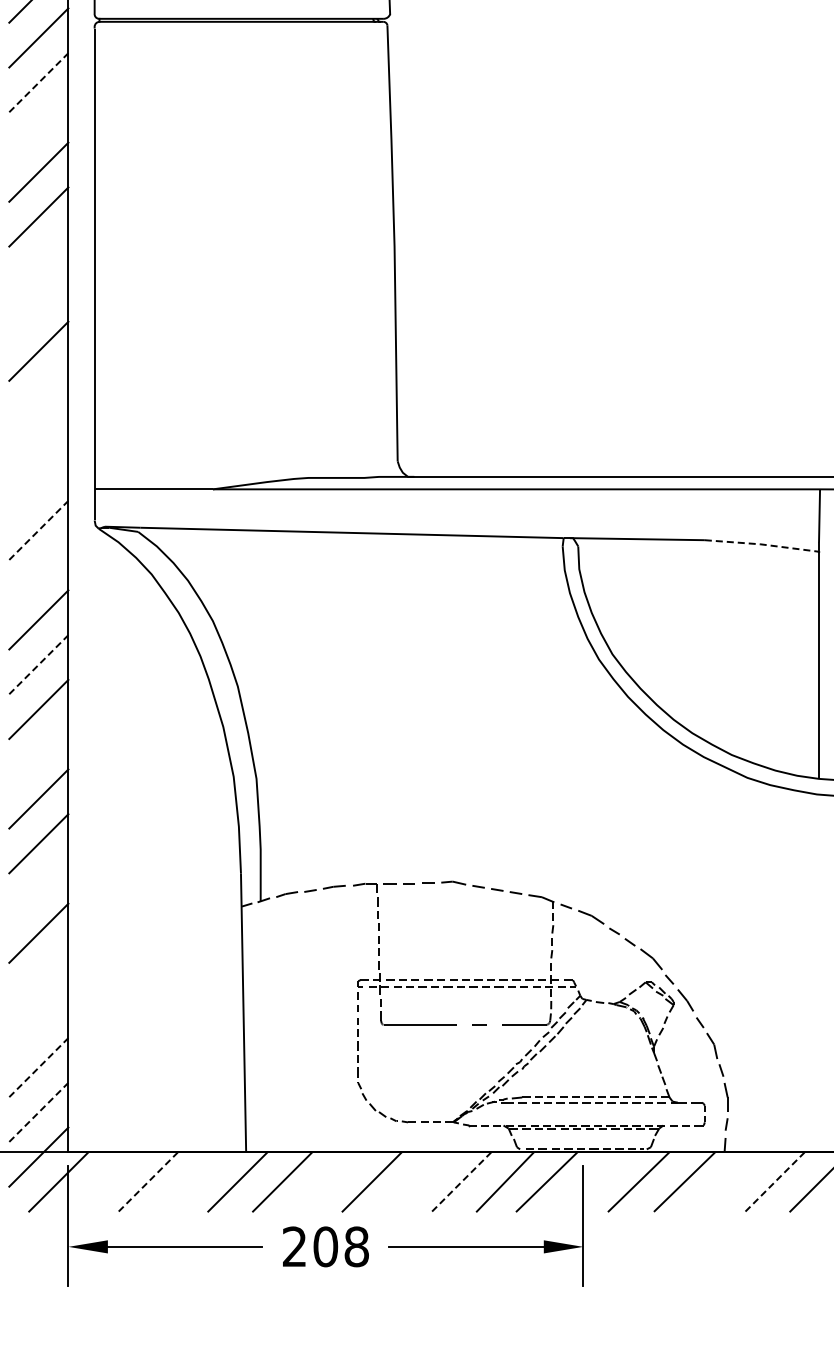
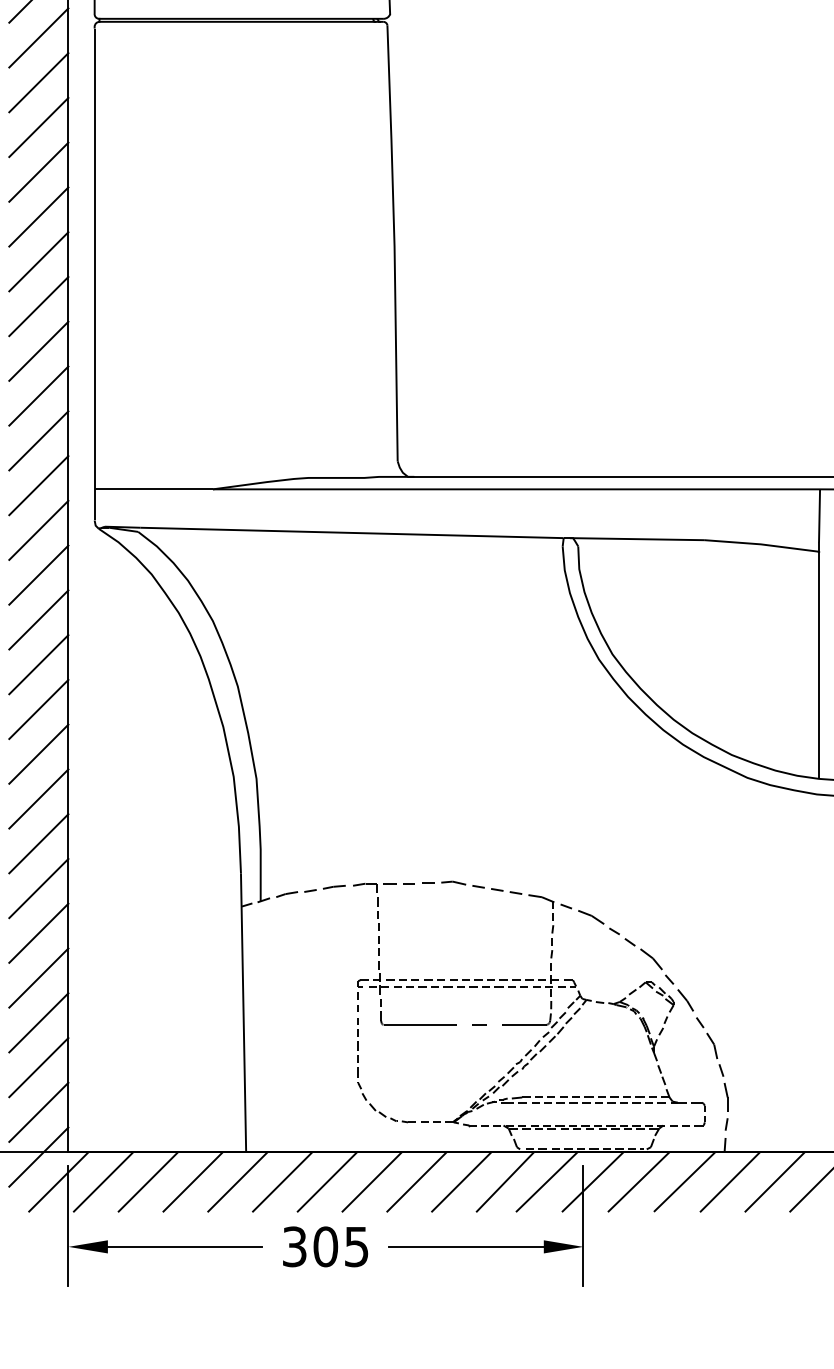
line at (38, 82): dashed -> solid
line at (38, 127): none -> present
line at (38, 261): none -> present
line at (38, 306): none -> present
line at (38, 395): none -> present
line at (38, 440): none -> present
line at (38, 485): none -> present
line at (38, 530): dashed -> solid
line at (760, 544): dashed -> solid
line at (38, 574): none -> present
line at (38, 664): dashed -> solid
line at (38, 753): none -> present
line at (38, 888): none -> present
line at (38, 977): none -> present
line at (38, 1022): none -> present
line at (38, 1067): dashed -> solid
line at (38, 1112): dashed -> solid
line at (103, 1181): none -> present
line at (192, 1181): none -> present
line at (326, 1181): none -> present
line at (416, 1181): none -> present
line at (592, 1181): none -> present
line at (729, 1181): none -> present
line at (148, 1182): dashed -> solid
line at (461, 1182): dashed -> solid
line at (775, 1182): dashed -> solid
text at (325, 1246): 208 -> 305
